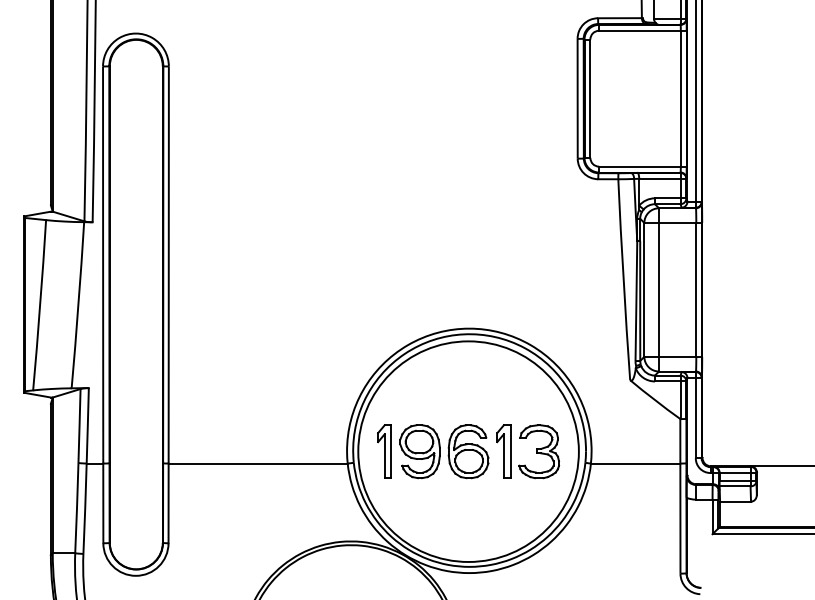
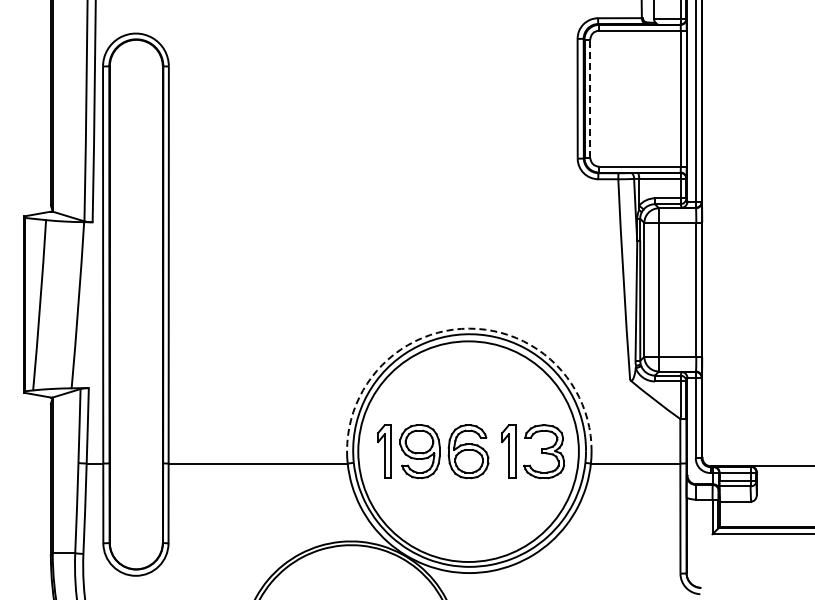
line at (590, 98): solid -> dashed
arc at (469, 328): solid -> dashed
part at (536, 451) position: (536, 451) -> (541, 451)
